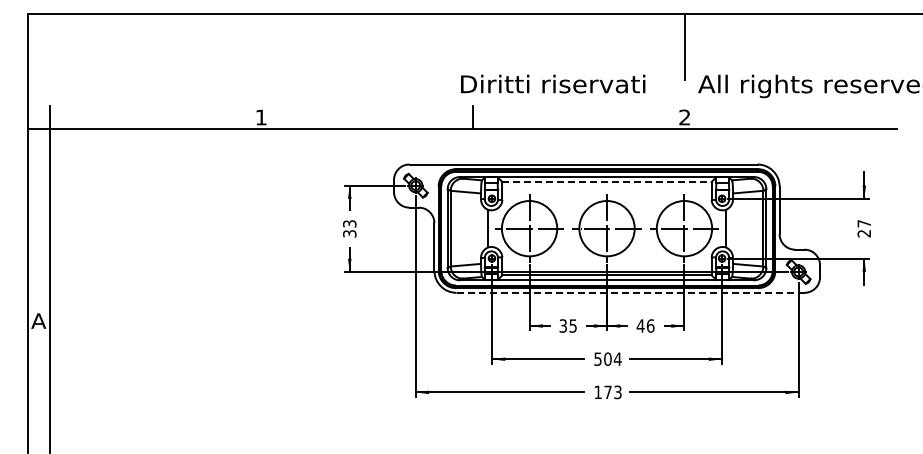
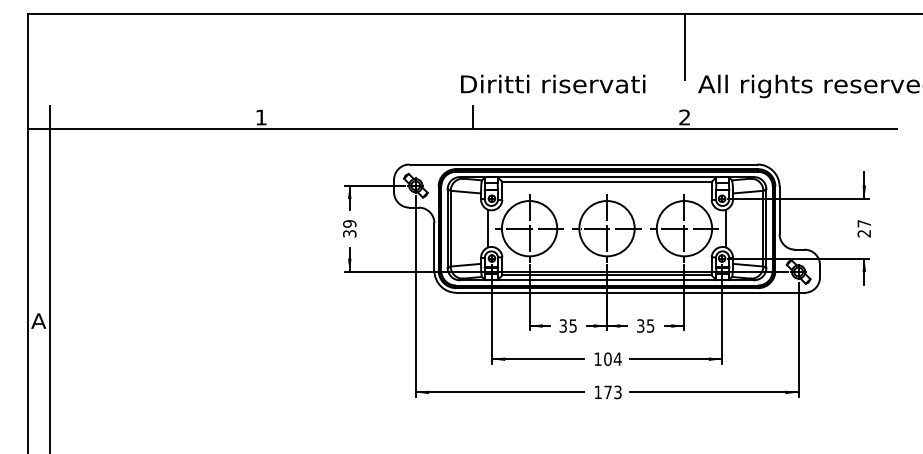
line at (607, 181): dashed -> solid
text at (349, 223): 33 -> 39
line at (630, 292): dashed -> solid
text at (645, 325): 46 -> 35
text at (597, 359): 504 -> 104
